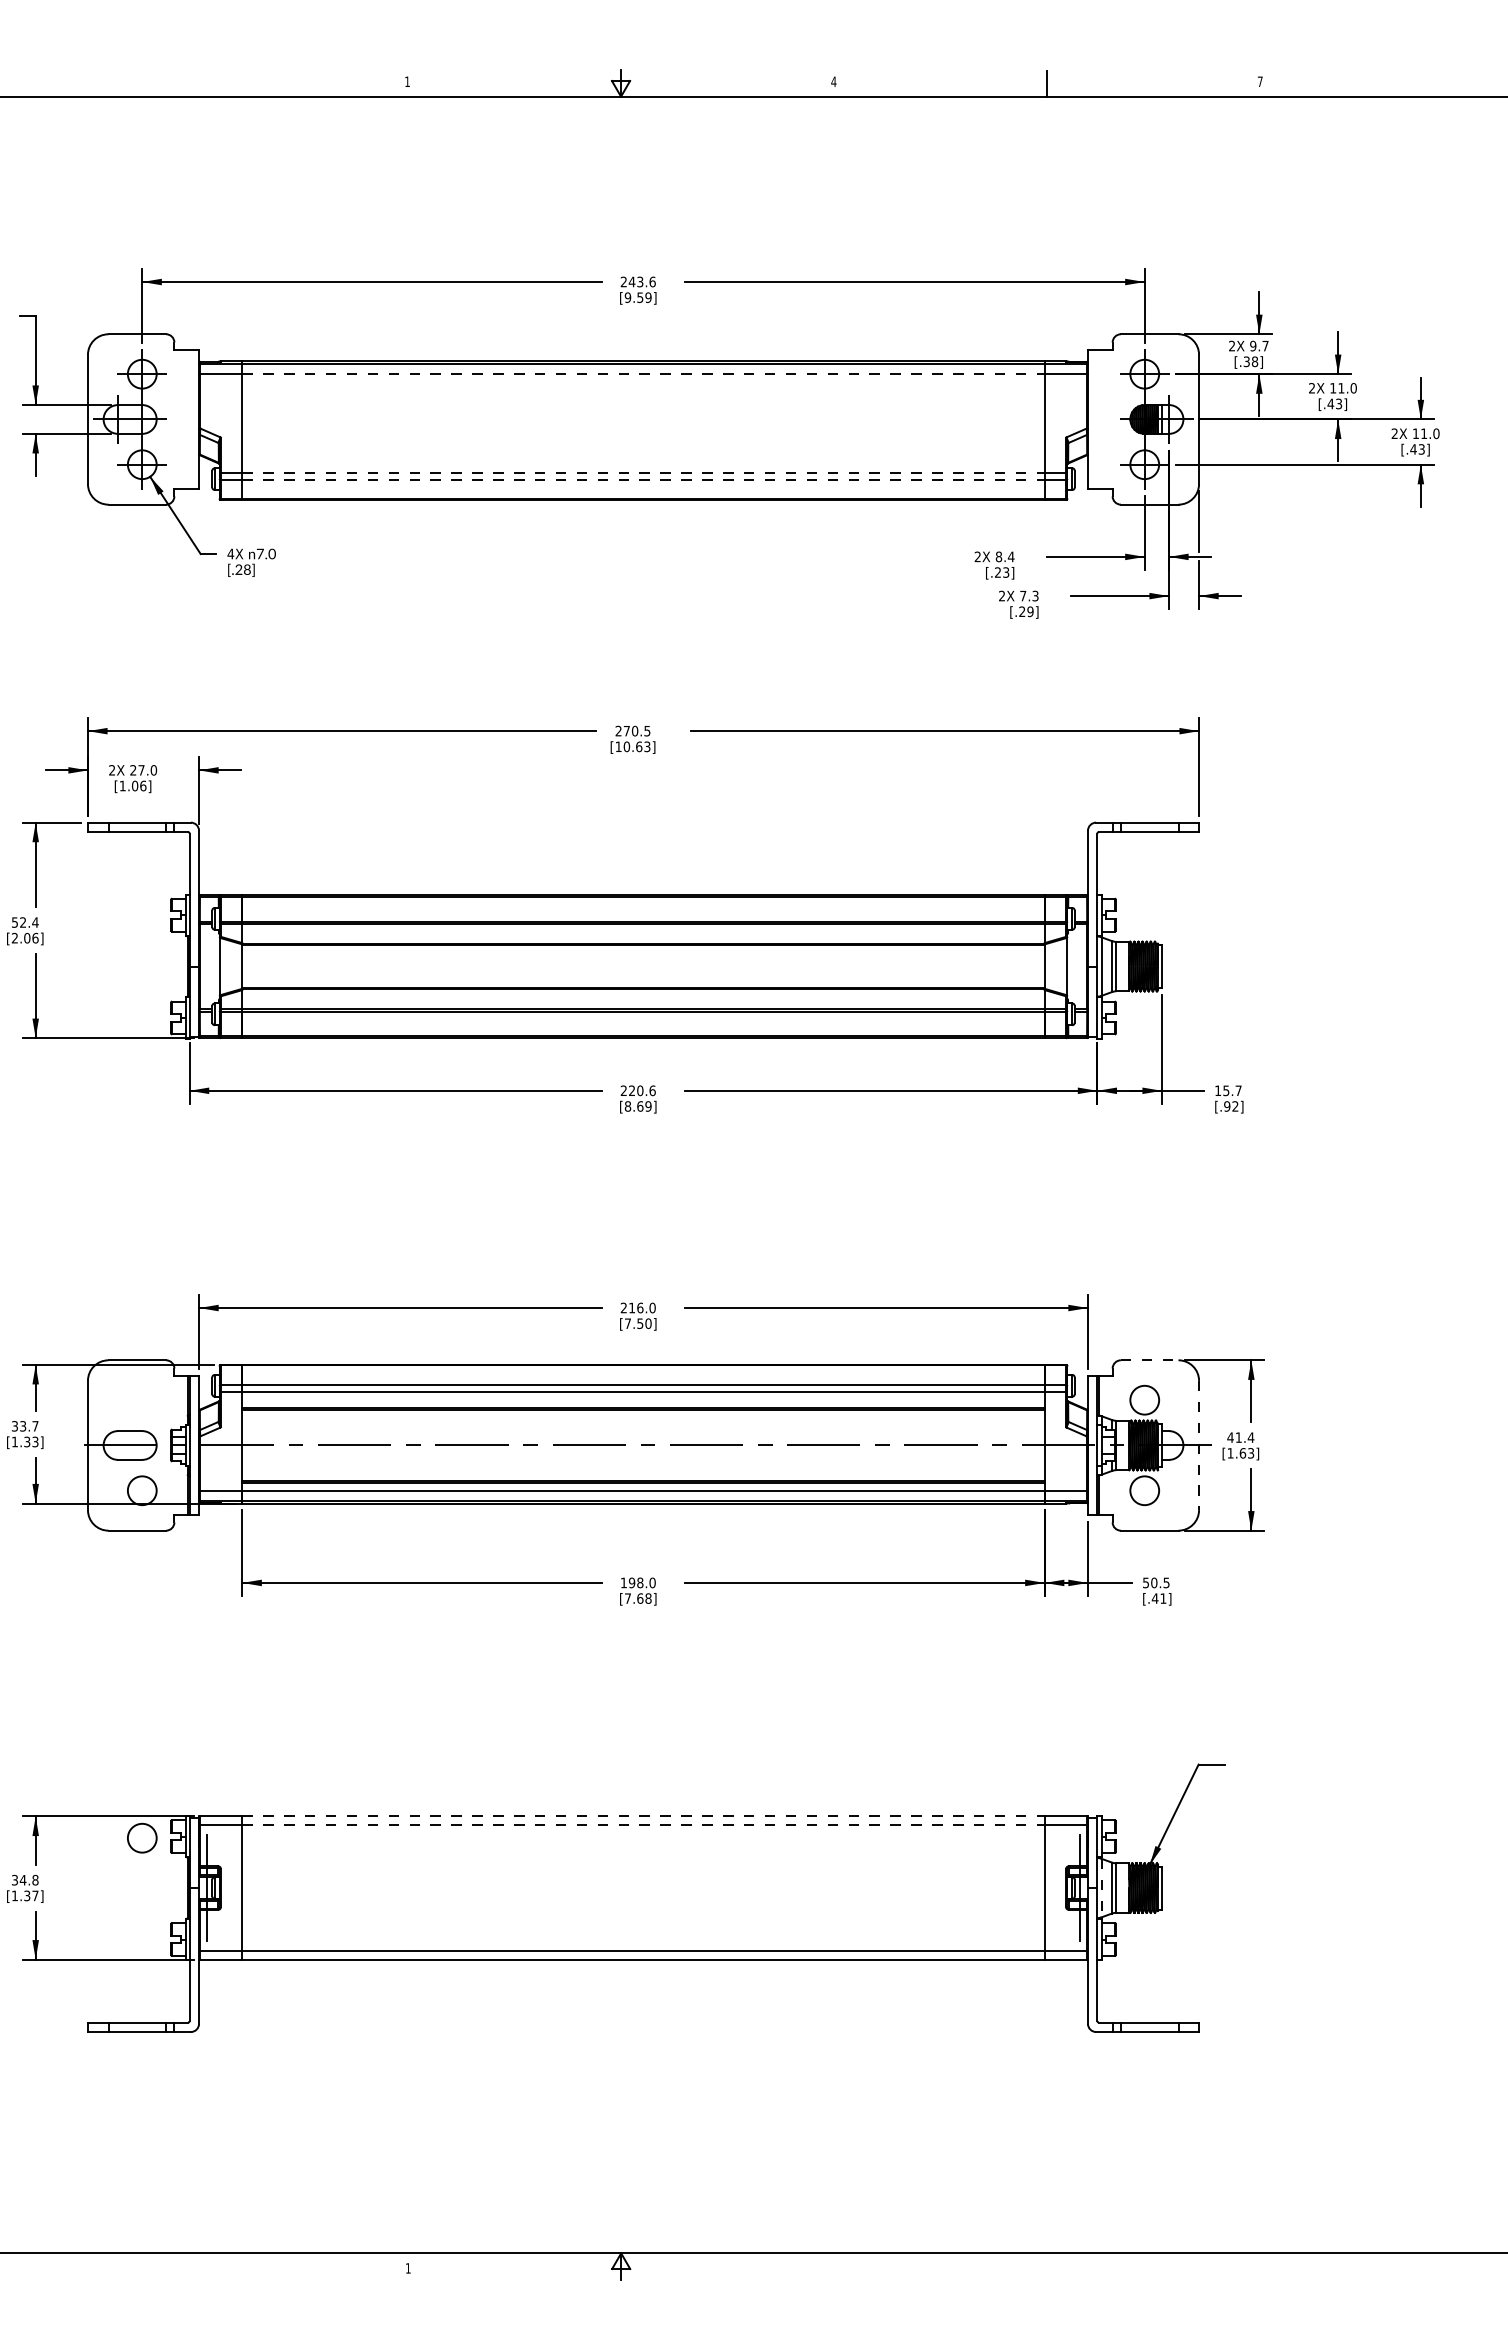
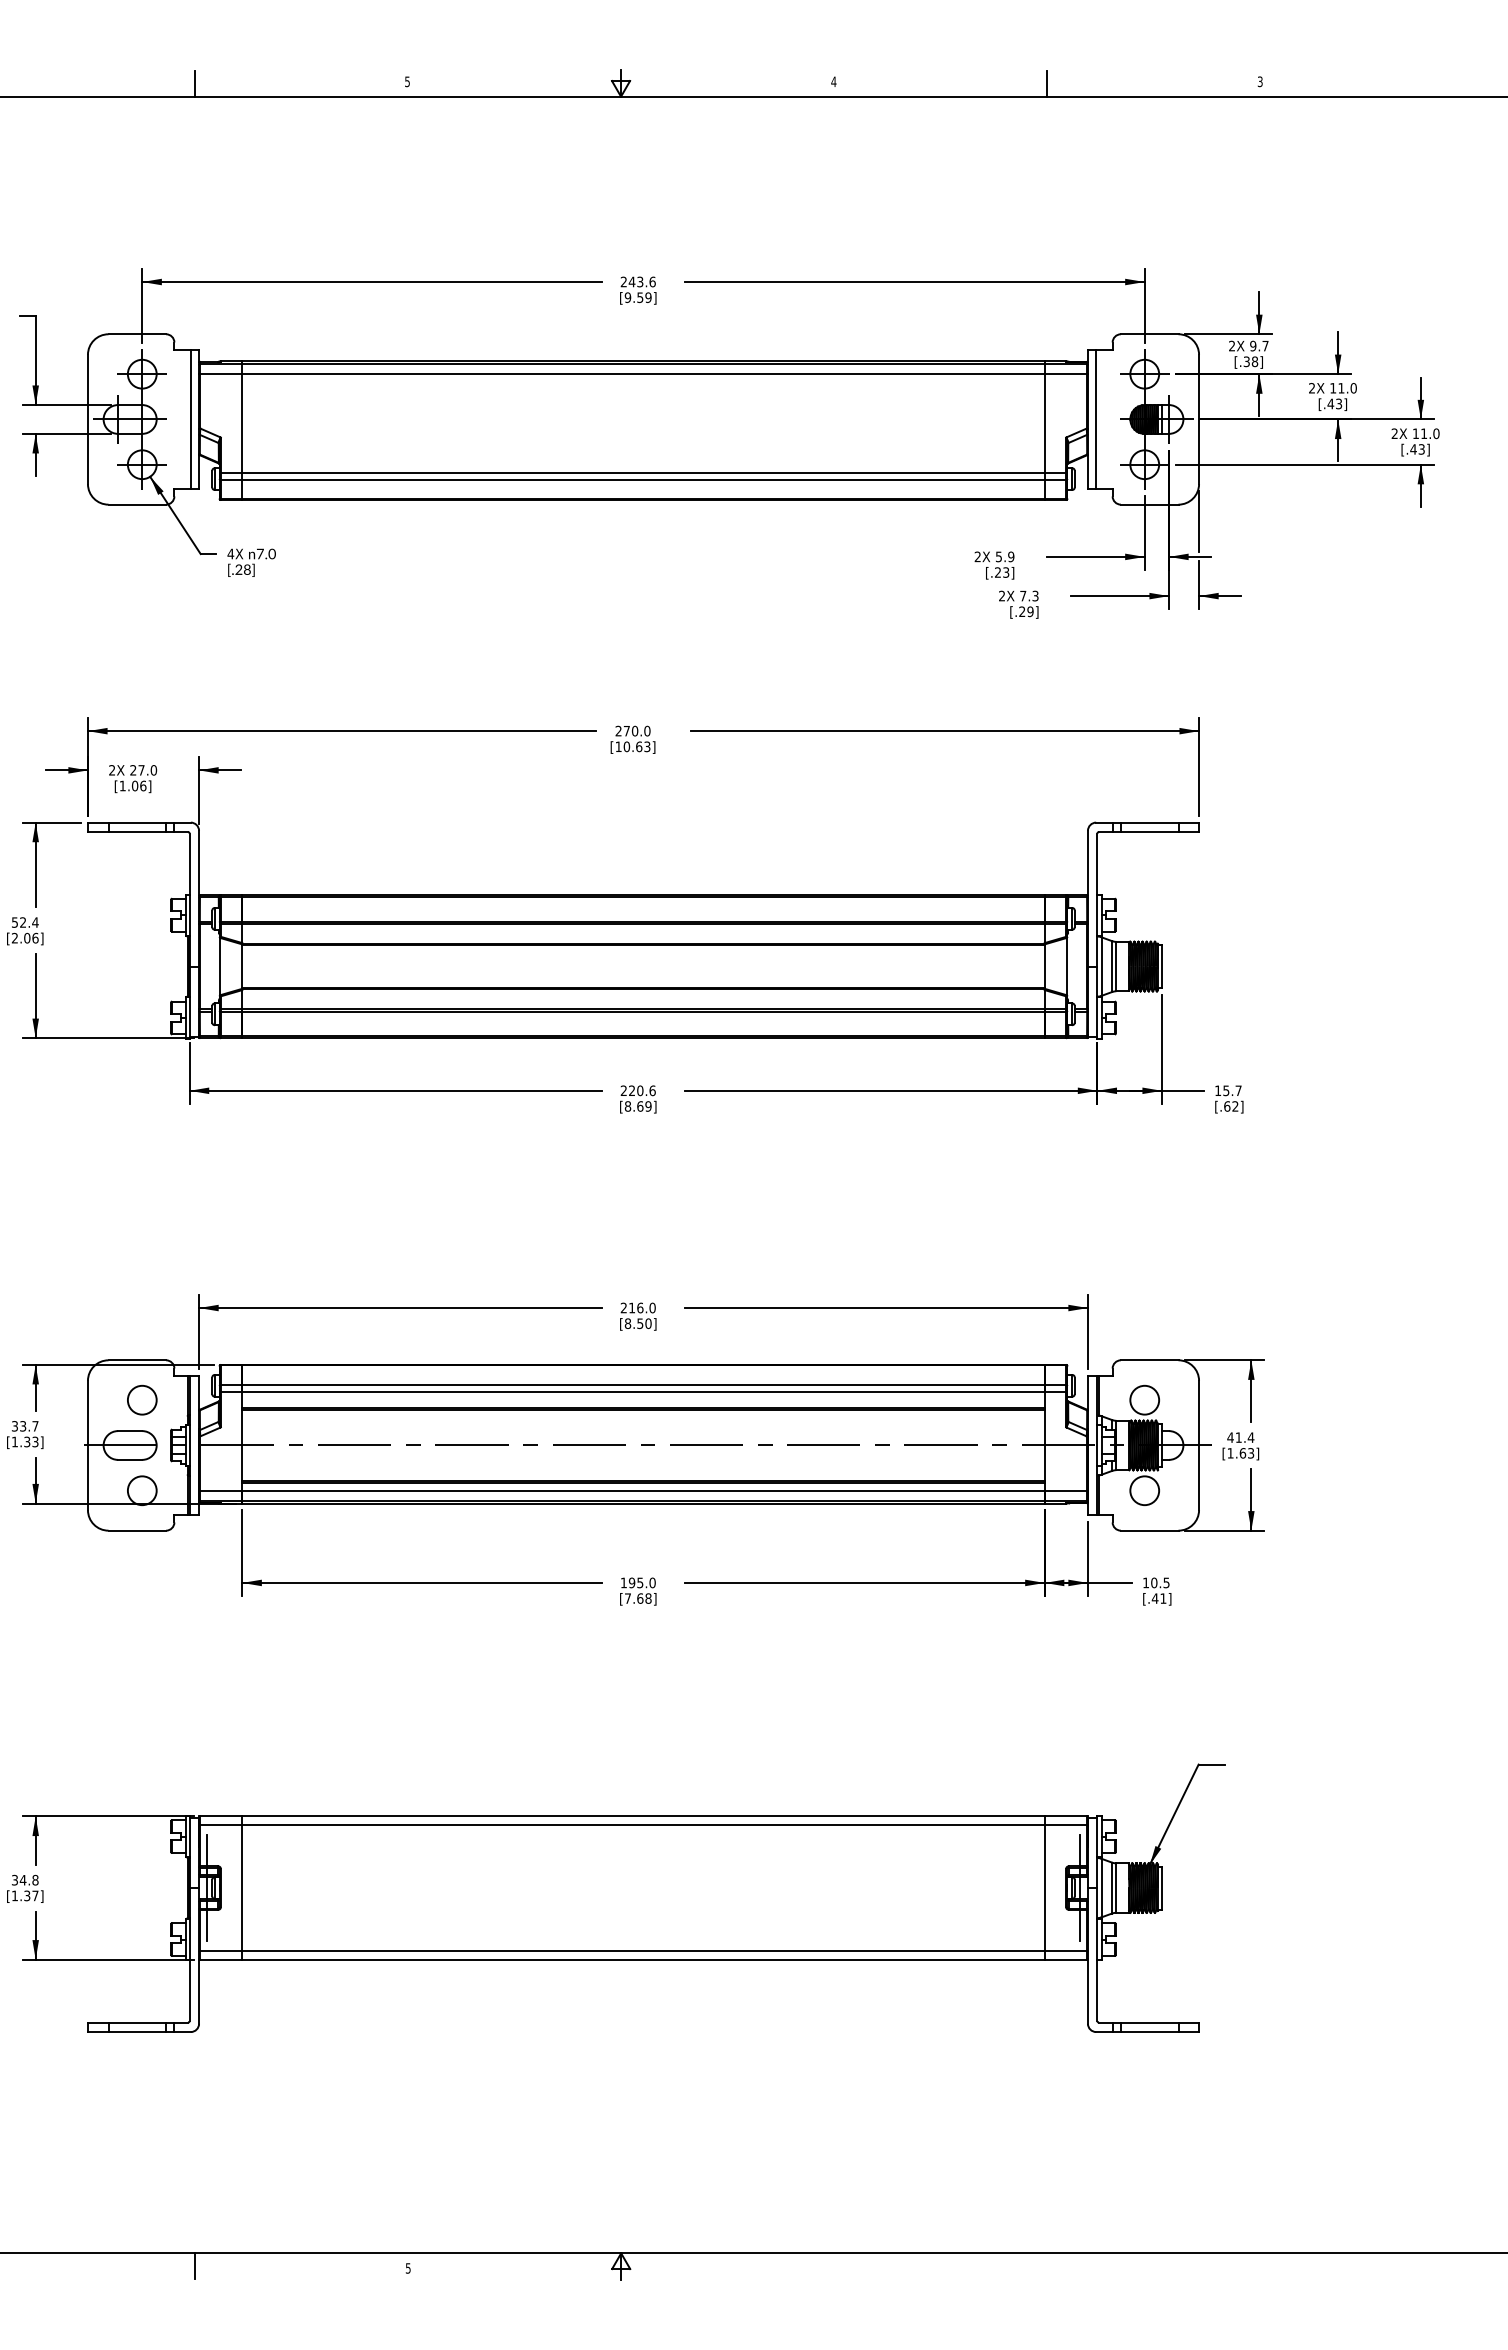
text at (407, 81): 1 -> 5
text at (1259, 81): 7 -> 3
line at (195, 83): none -> present
line at (644, 374): dashed -> solid
line at (190, 419): none -> present
line at (1096, 419): none -> present
line at (644, 473): dashed -> solid
line at (644, 479): dashed -> solid
text at (1004, 556): 8.4 -> 5.9
text at (647, 730): 270.5 -> 270.0
text at (1227, 1106): [.92] -> [.62]
text at (627, 1323): [7.50] -> [8.50]
line at (1149, 1360): dashed -> solid
line at (1199, 1445): dashed -> solid
text at (640, 1582): 198.0 -> 195.0
text at (1145, 1582): 50.5 -> 10.5
line at (644, 1816): dashed -> solid
line at (644, 1825): dashed -> solid
circle at (142, 1837) position: (142, 1837) -> (142, 1399)
line at (1101, 1888): dashed -> solid
line at (195, 2266): none -> present
text at (407, 2268): 1 -> 5
